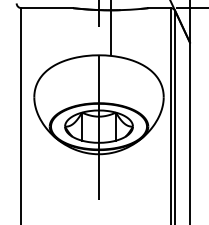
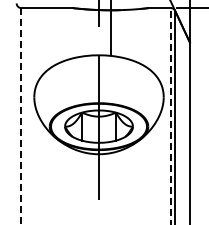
line at (170, 116): solid -> dashed
line at (21, 117): solid -> dashed
